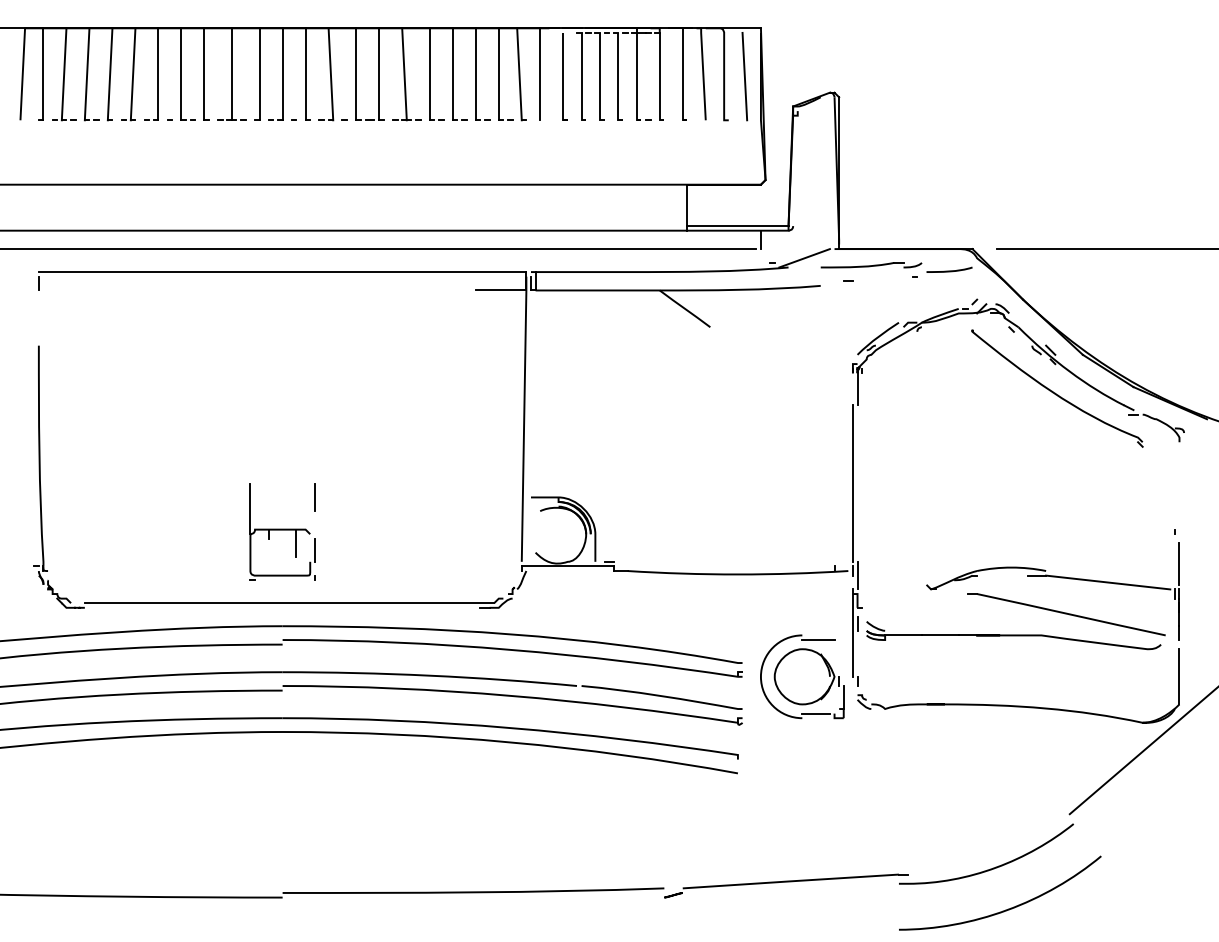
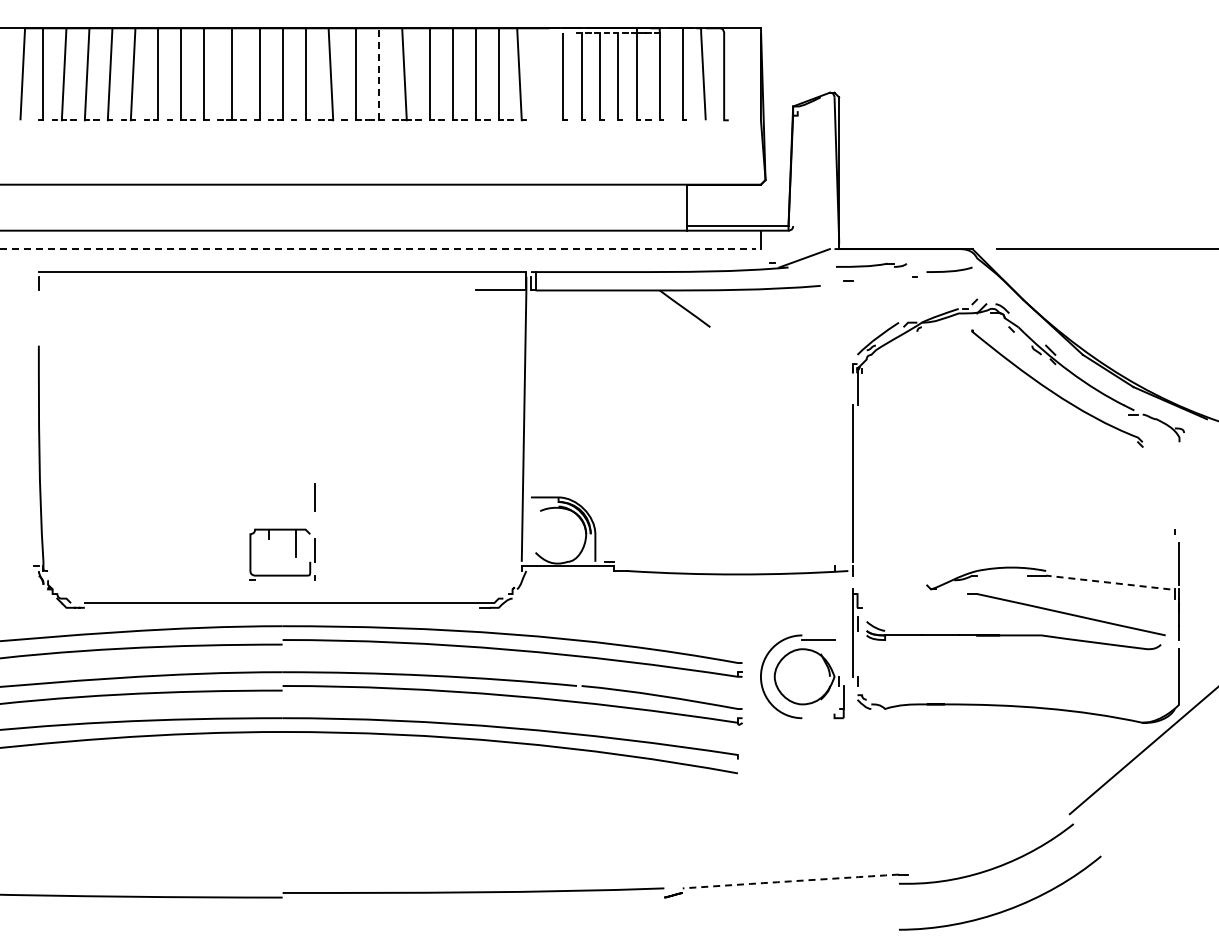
line at (379, 74): solid -> dashed
line at (540, 74): present -> none
line at (744, 76): present -> none
line at (378, 249): solid -> dashed
part at (871, 265) size: 103x7 px -> 72x6 px
line at (250, 508): present -> none
line at (857, 575): present -> none
line at (1107, 582): solid -> dashed
line at (815, 713): present -> none
arc at (790, 881): solid -> dashed
